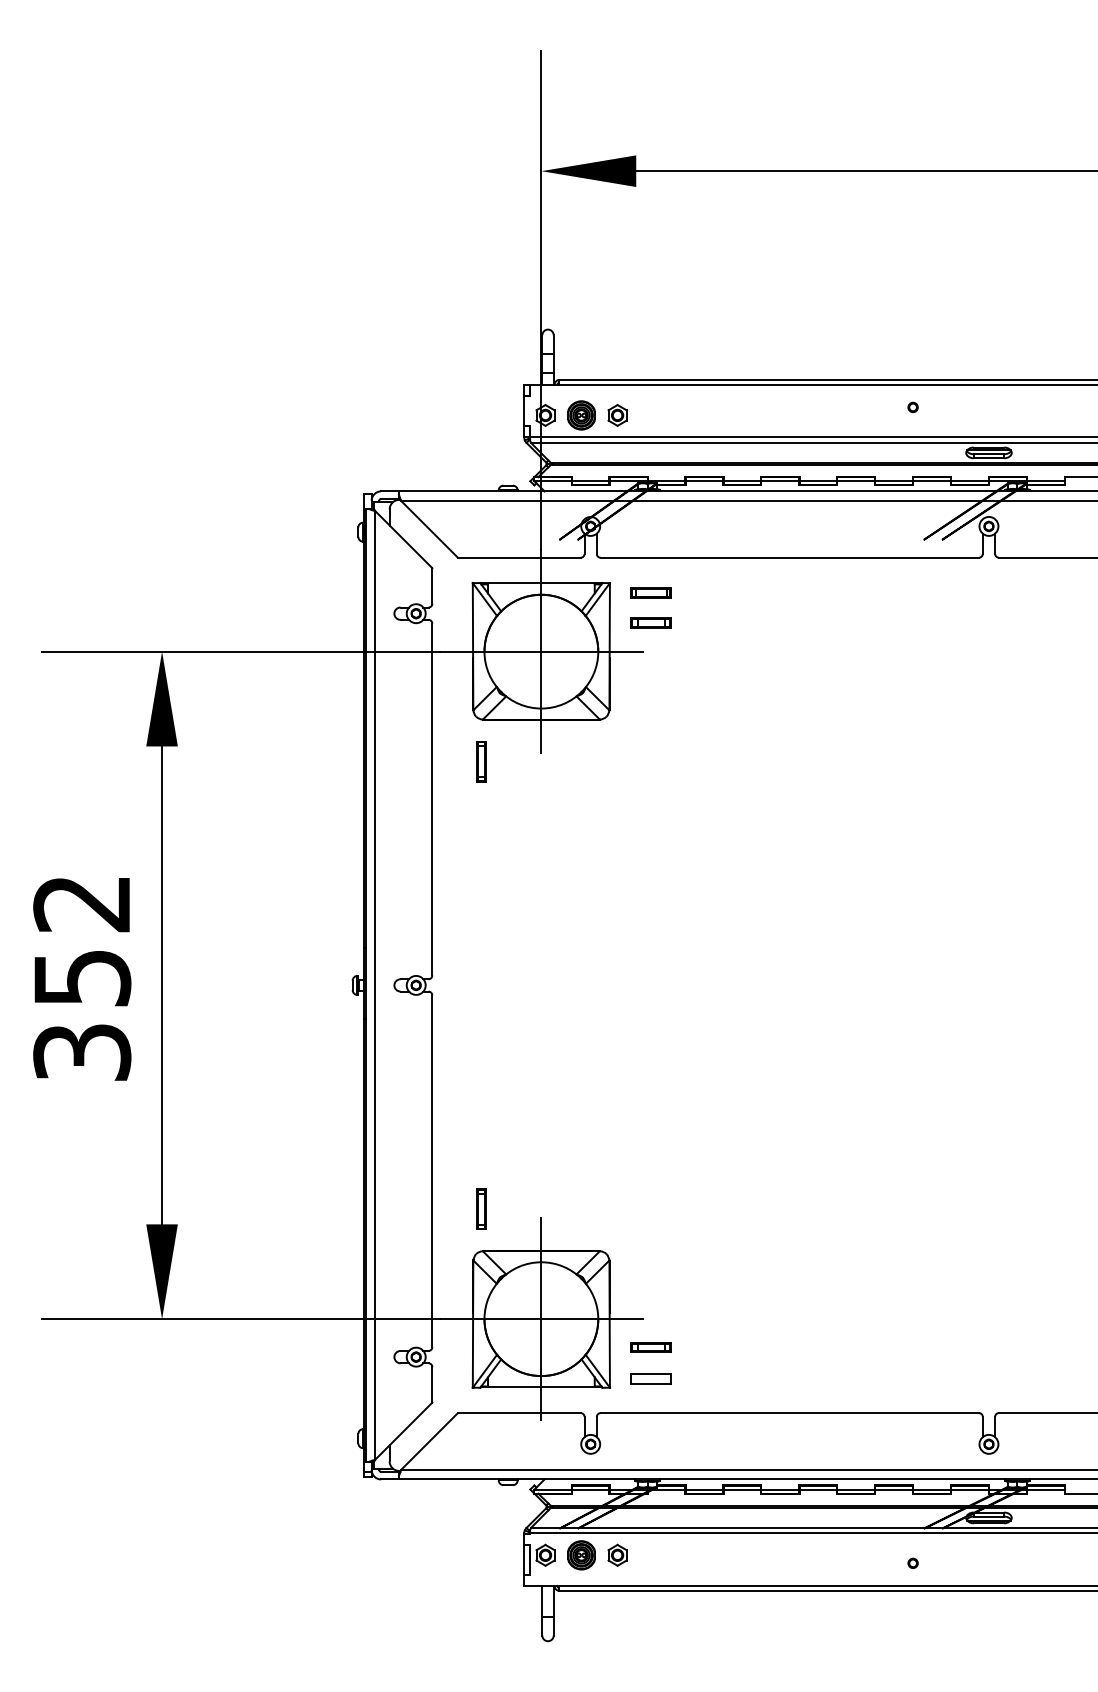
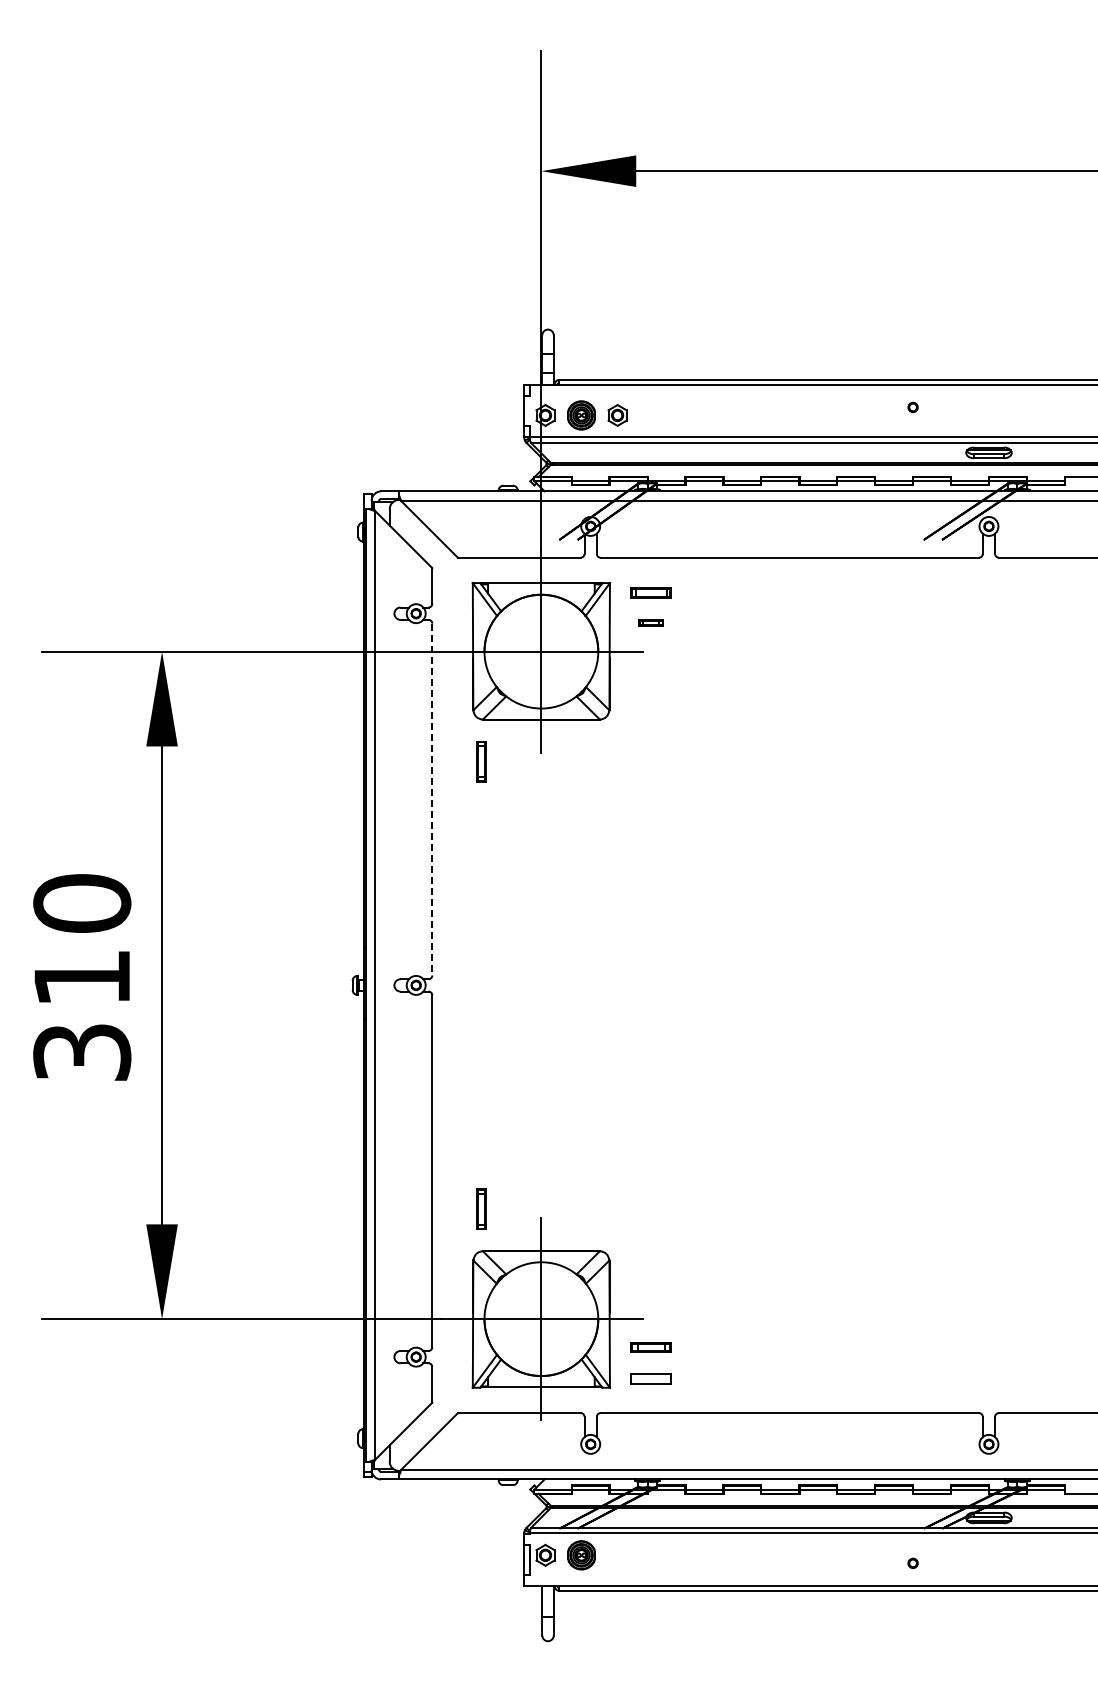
part at (650, 622) size: 42x12 px -> 26x8 px
line at (432, 799): solid -> dashed
text at (82, 940): 352 -> 310
part at (617, 1554): present -> none
